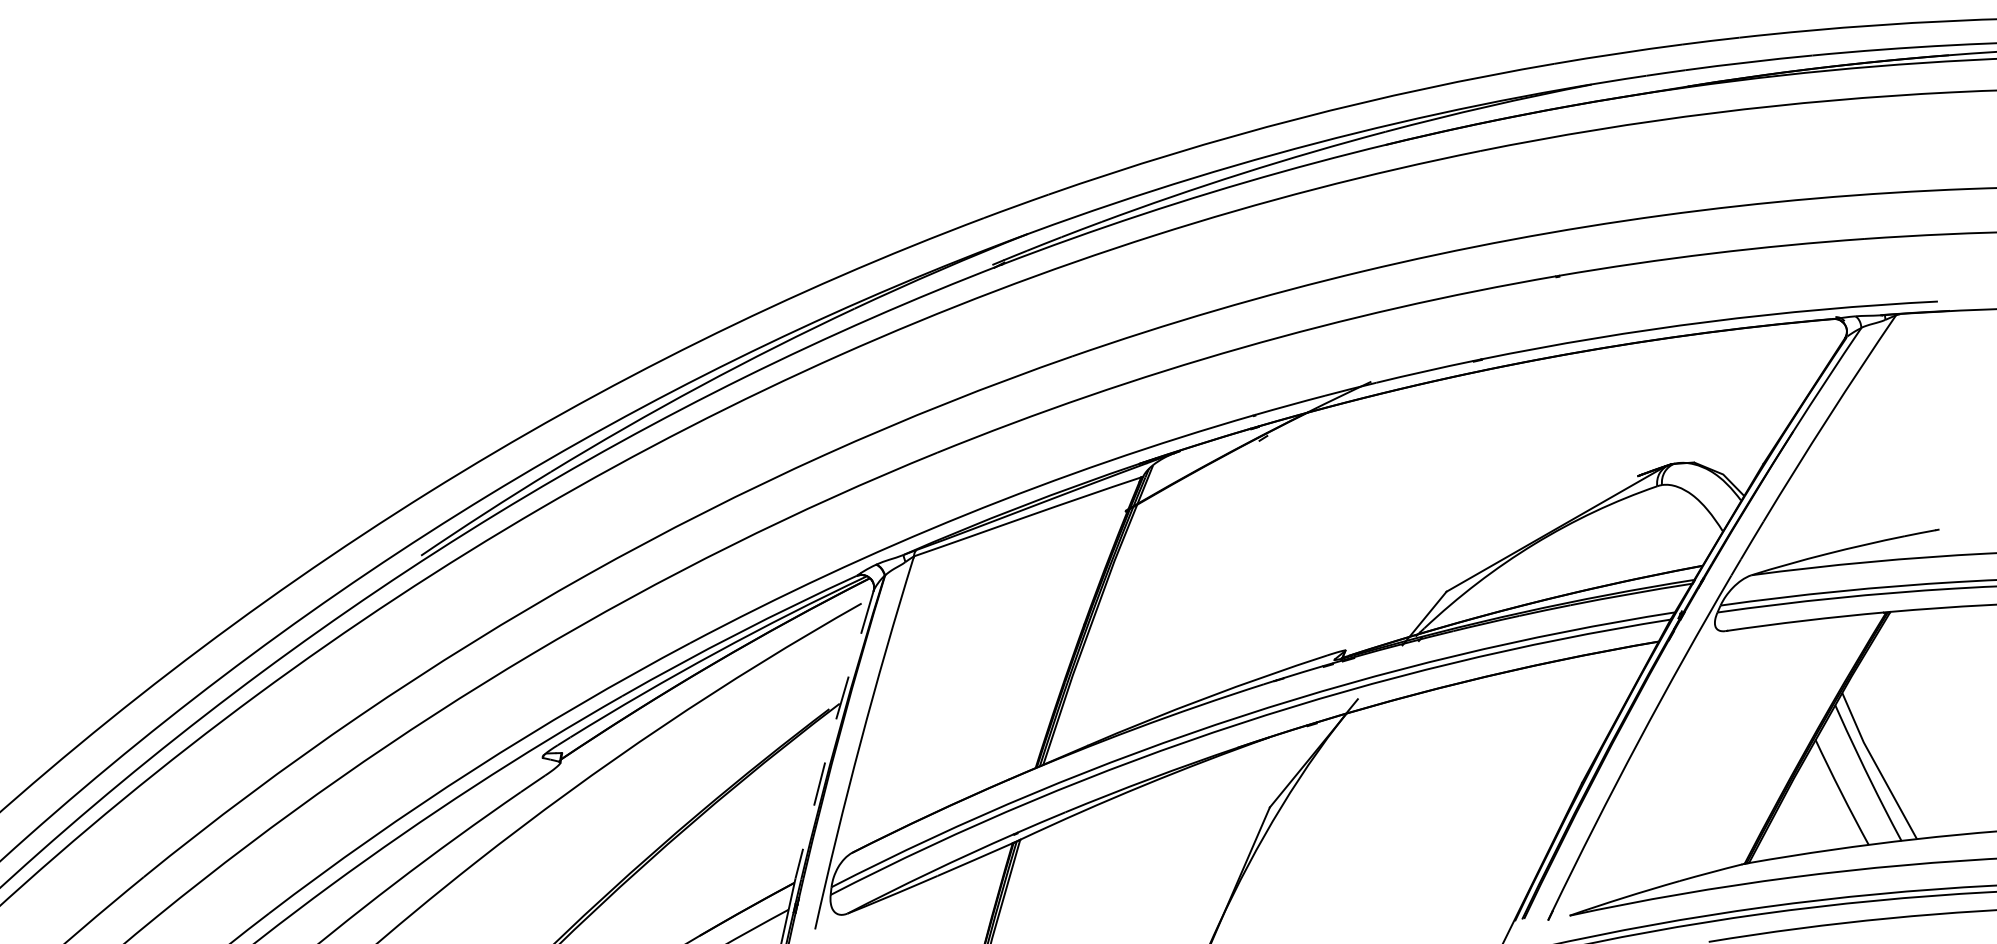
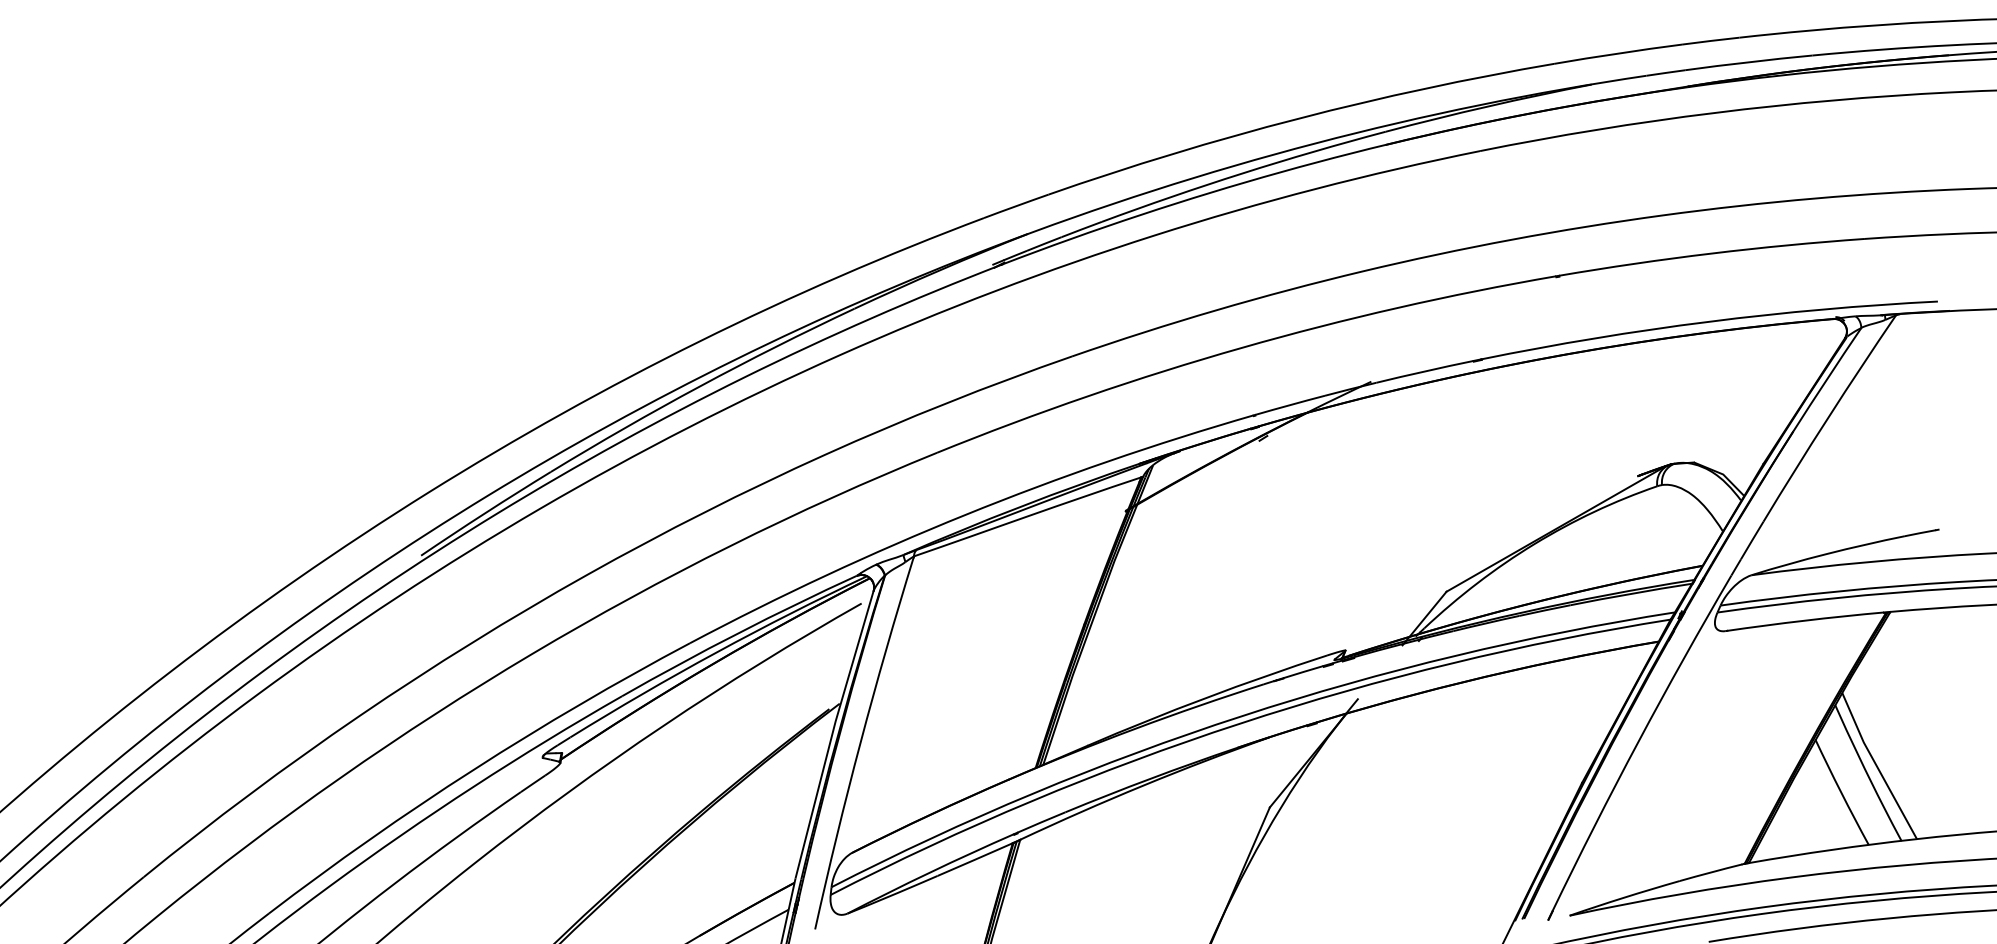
line at (832, 733): dashed -> solid
